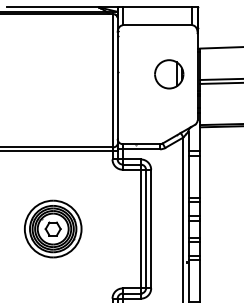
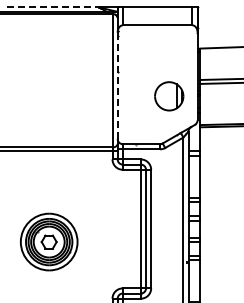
line at (53, 7): solid -> dashed
part at (169, 74) position: (169, 74) -> (169, 96)
line at (117, 85): solid -> dashed
part at (53, 228) position: (53, 228) -> (49, 241)
